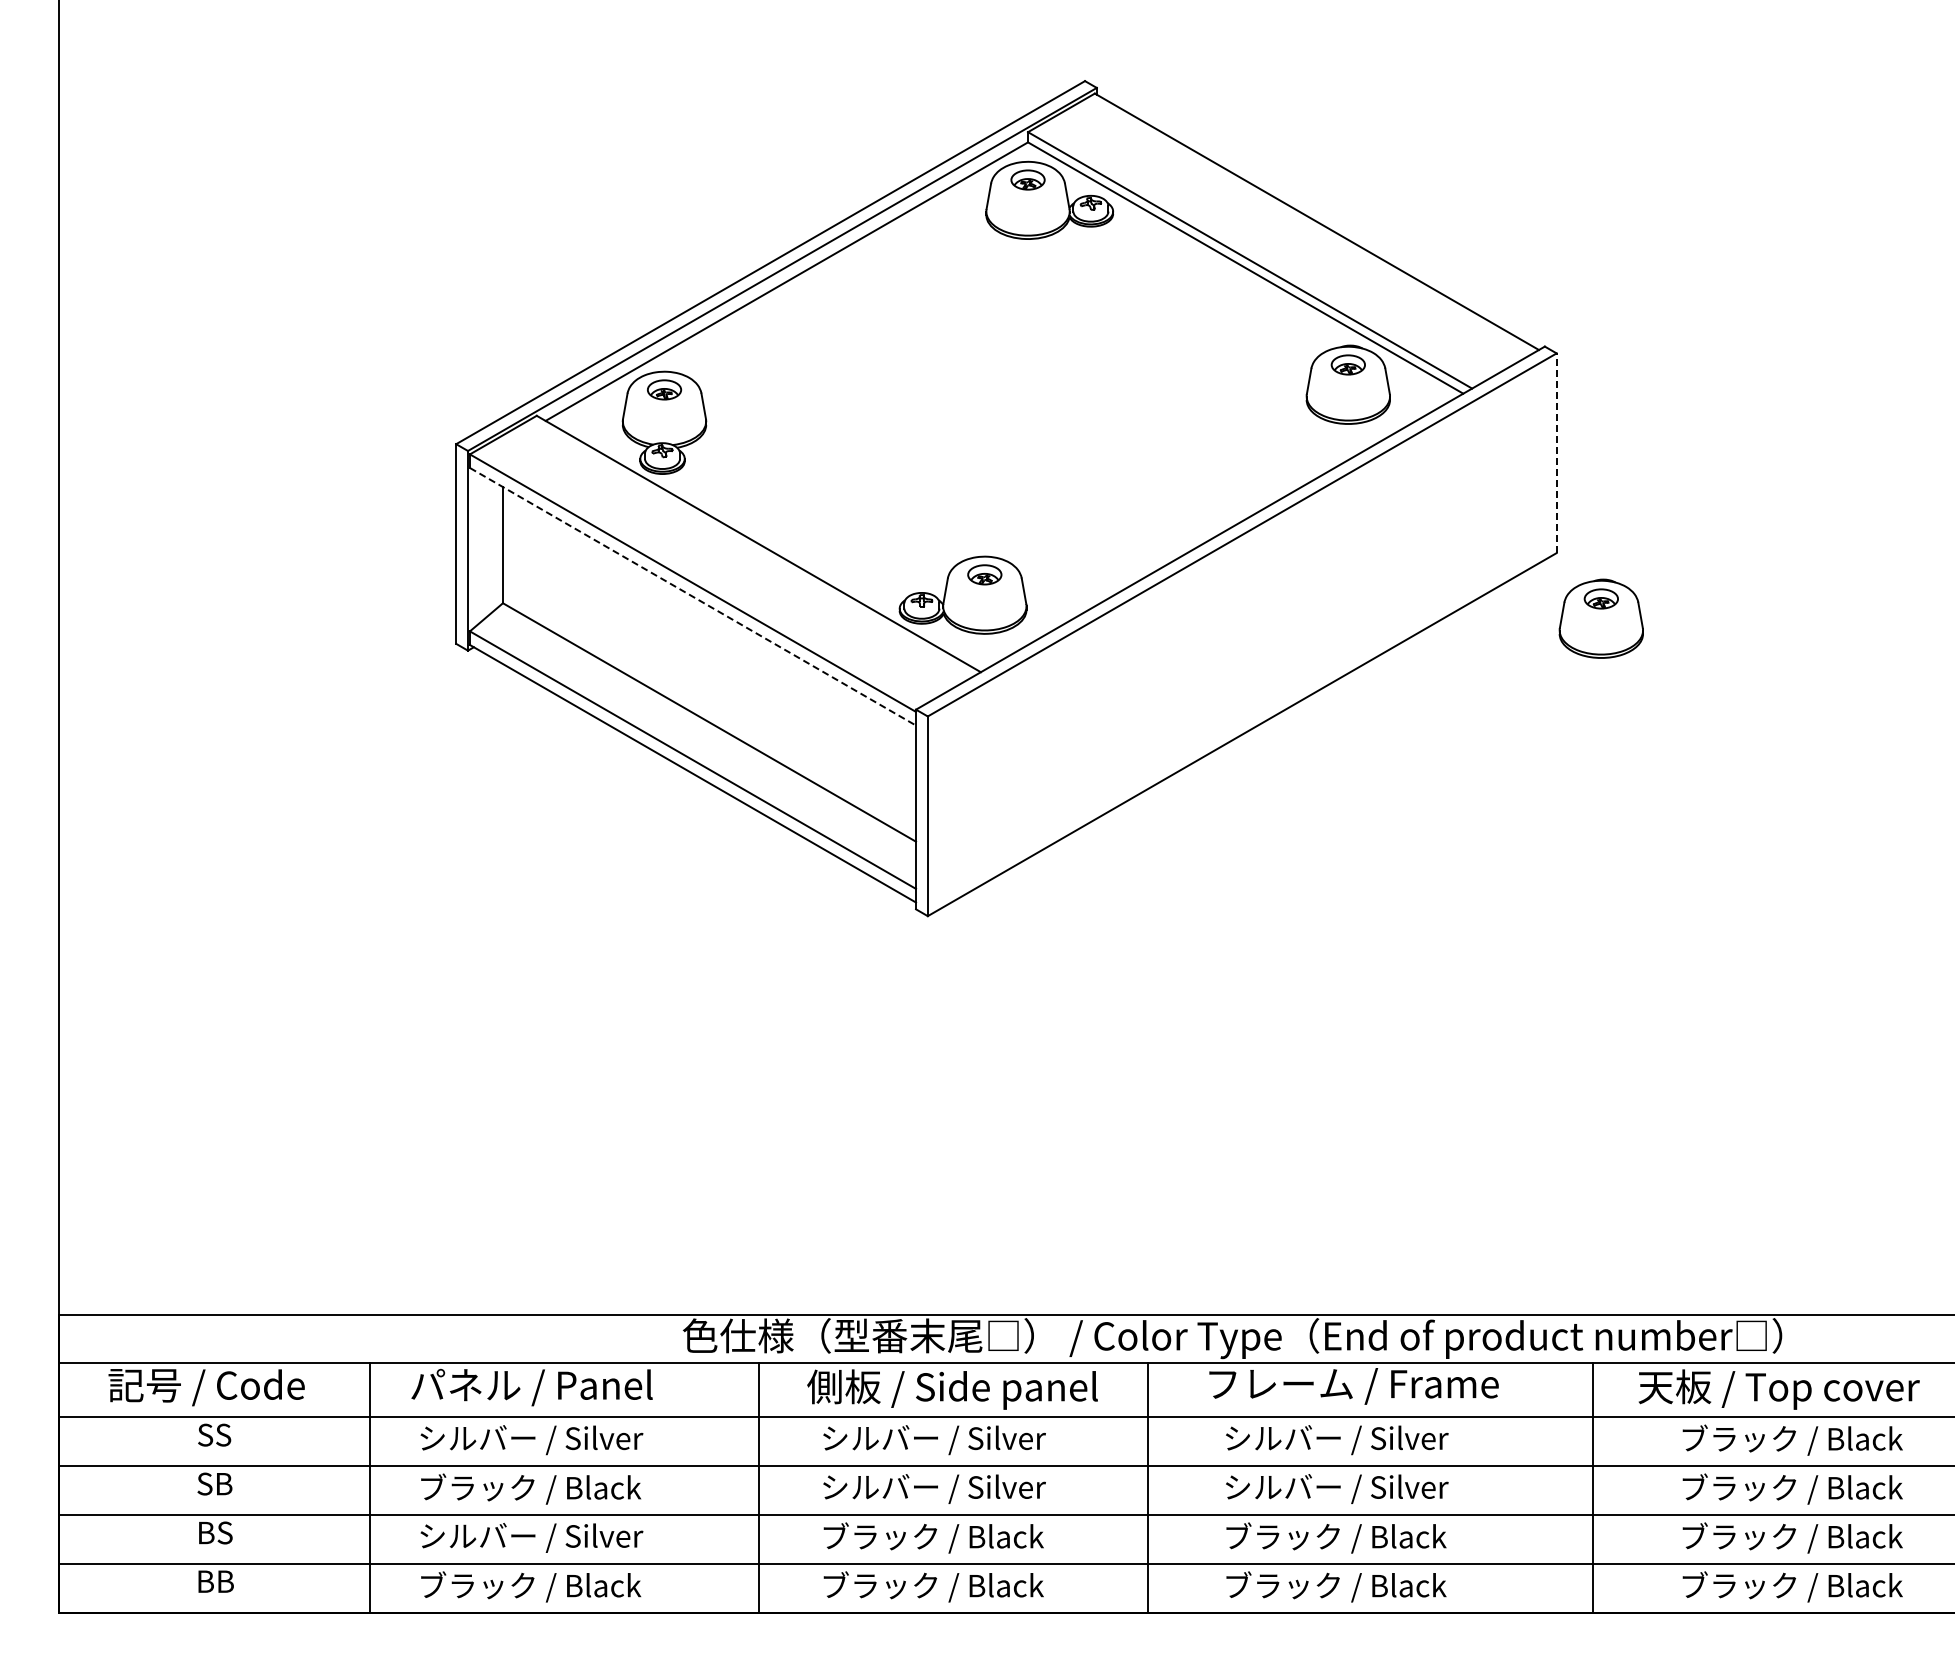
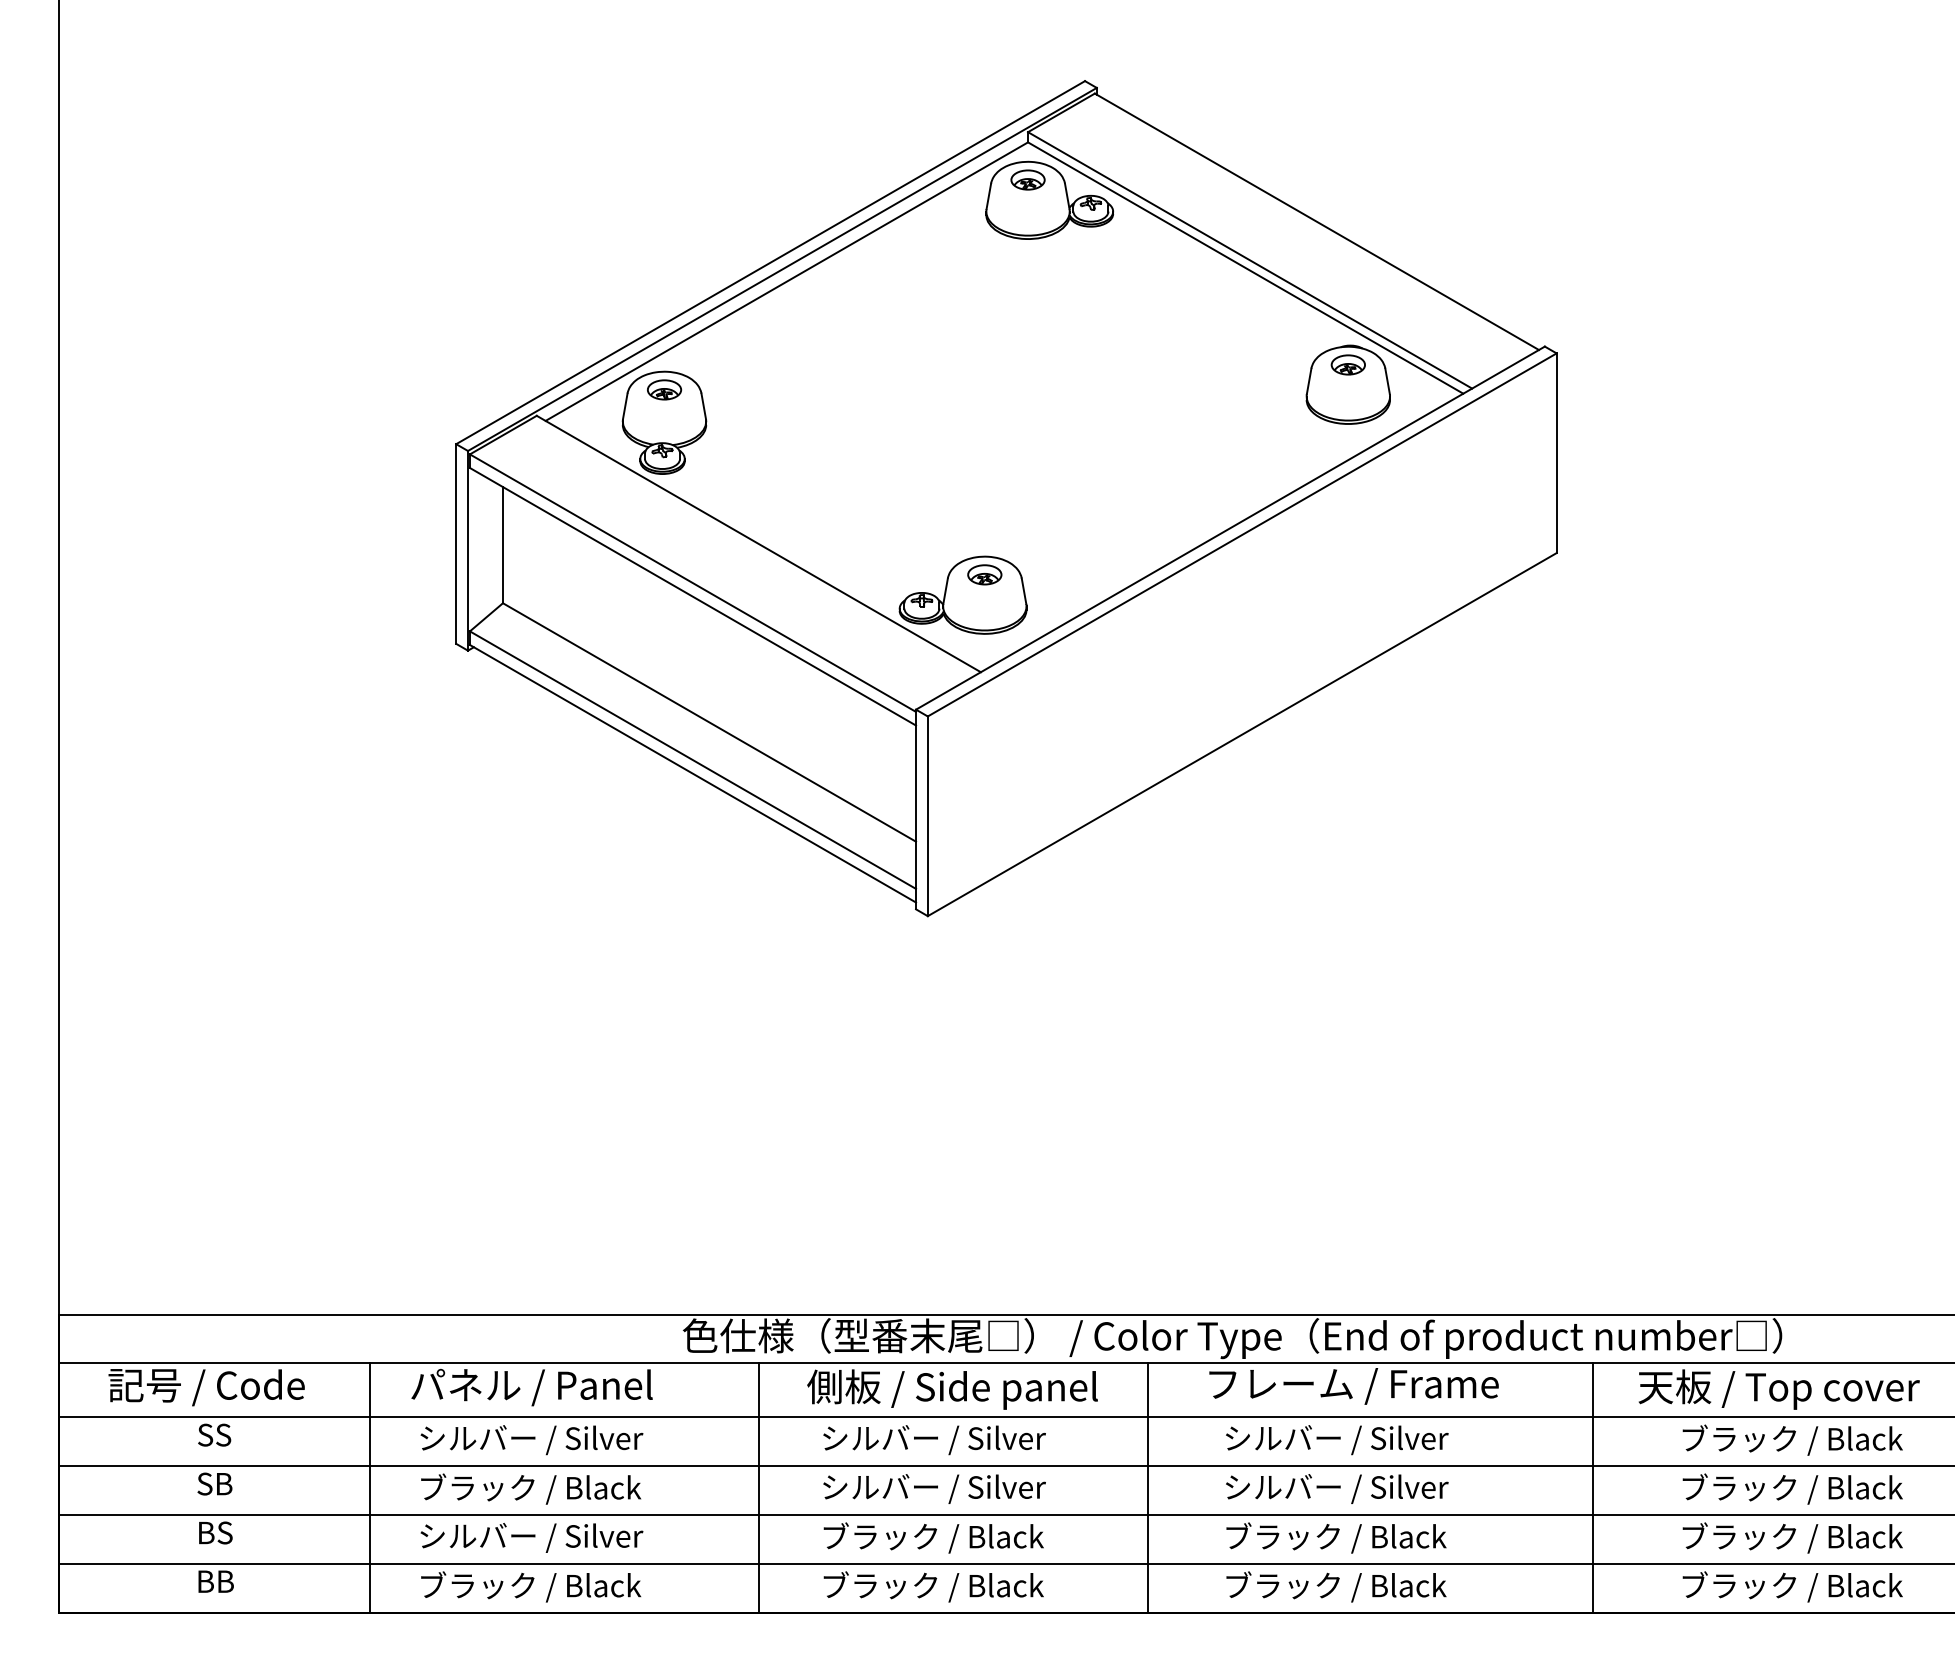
line at (1556, 453): dashed -> solid
line at (693, 596): dashed -> solid
part at (1600, 618): present -> none
